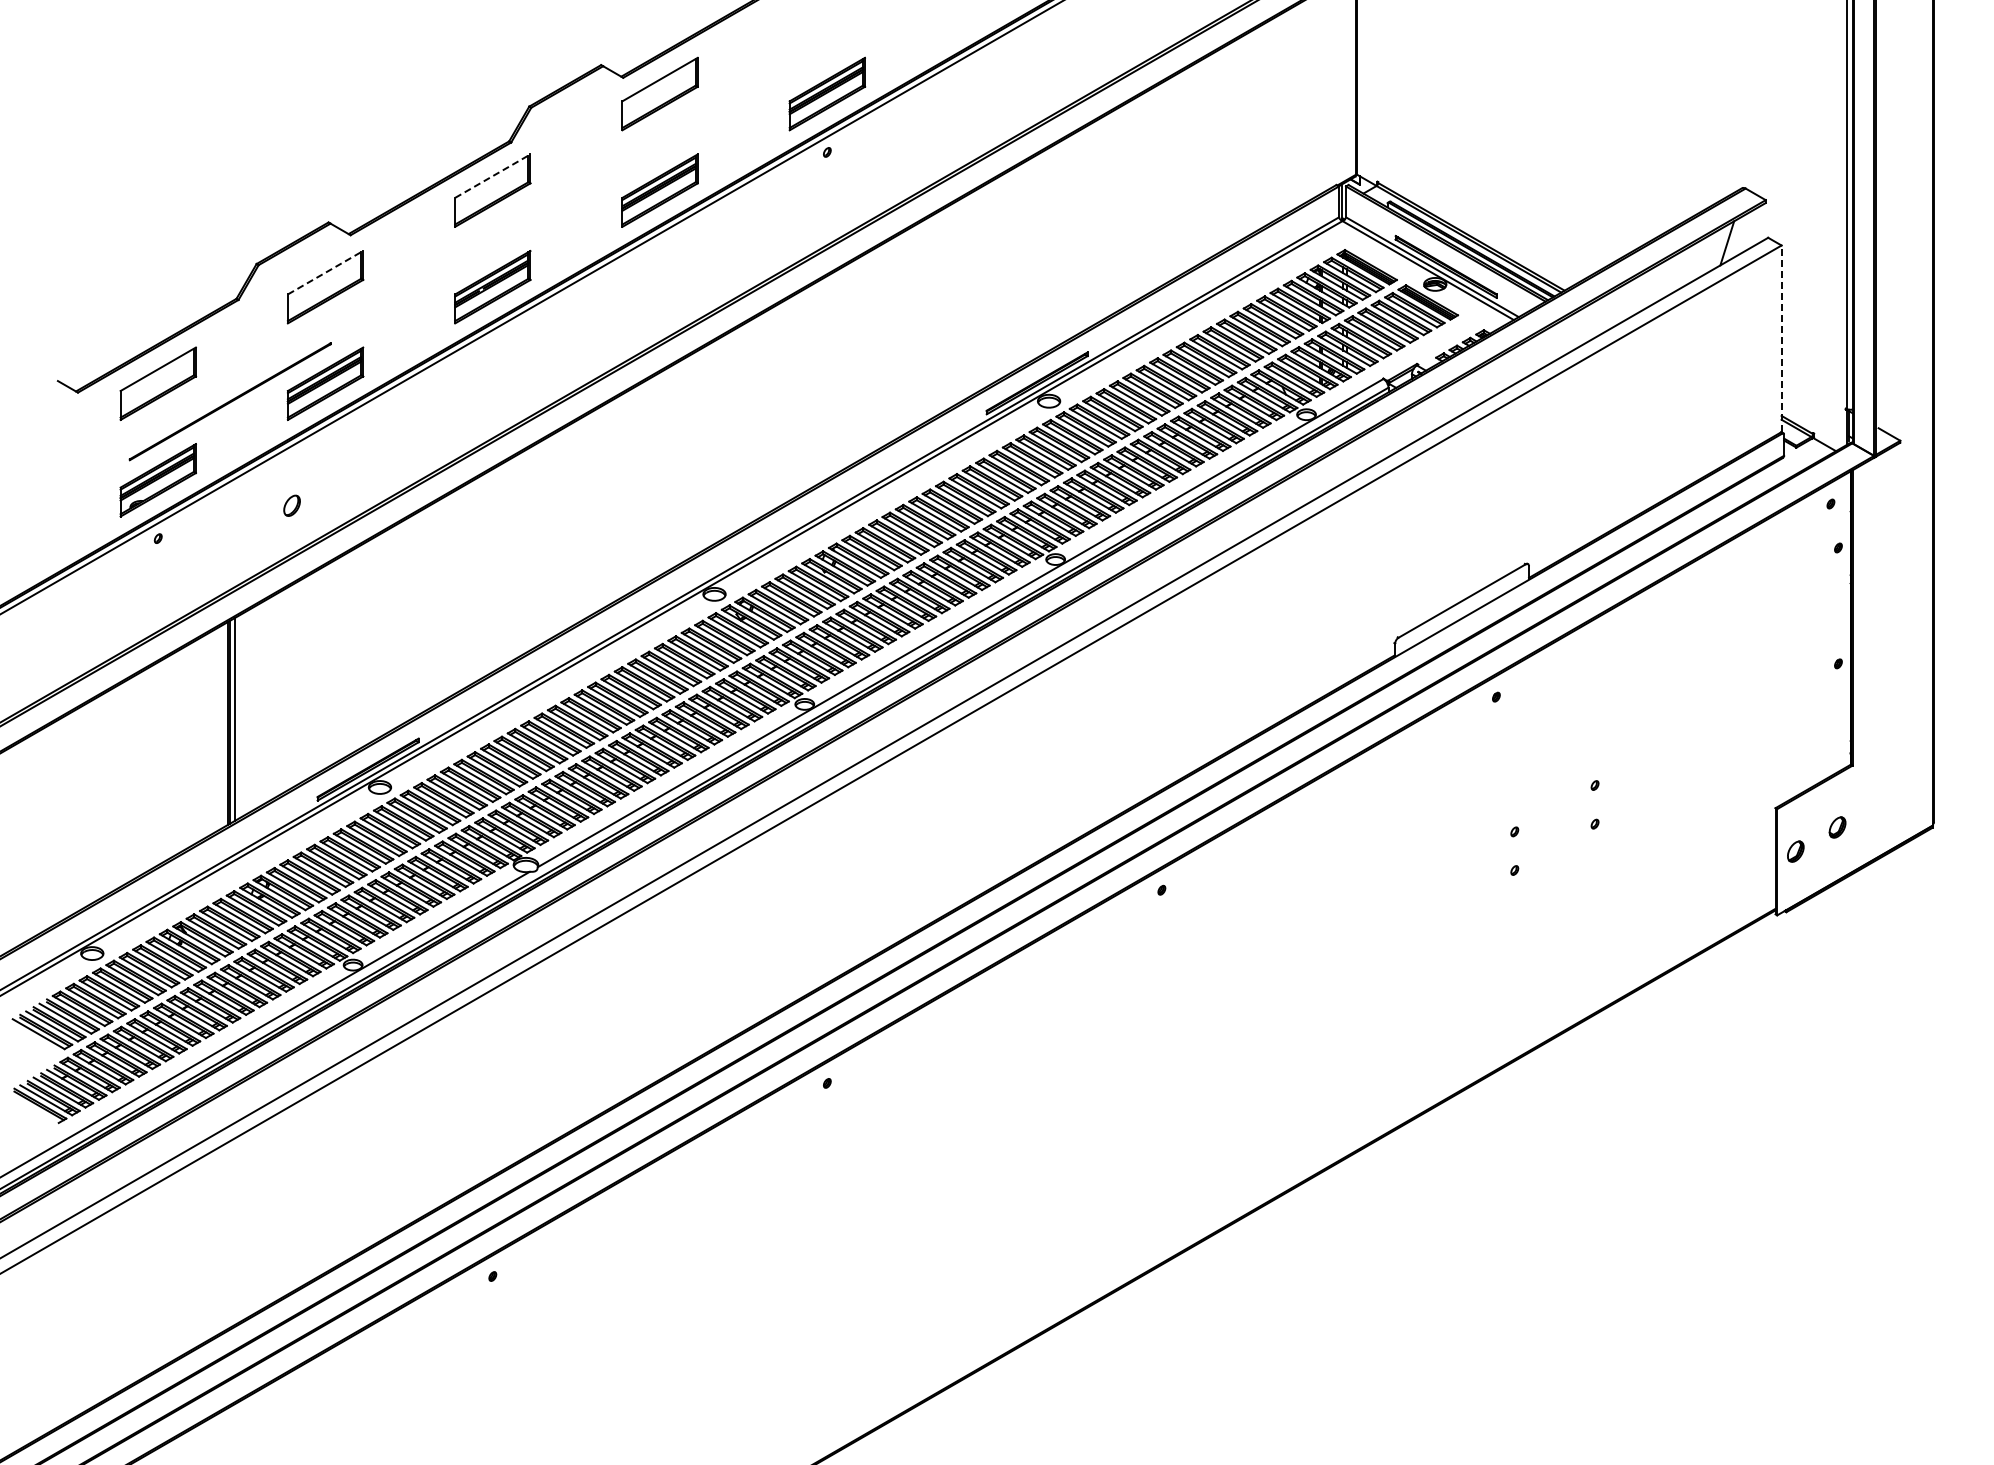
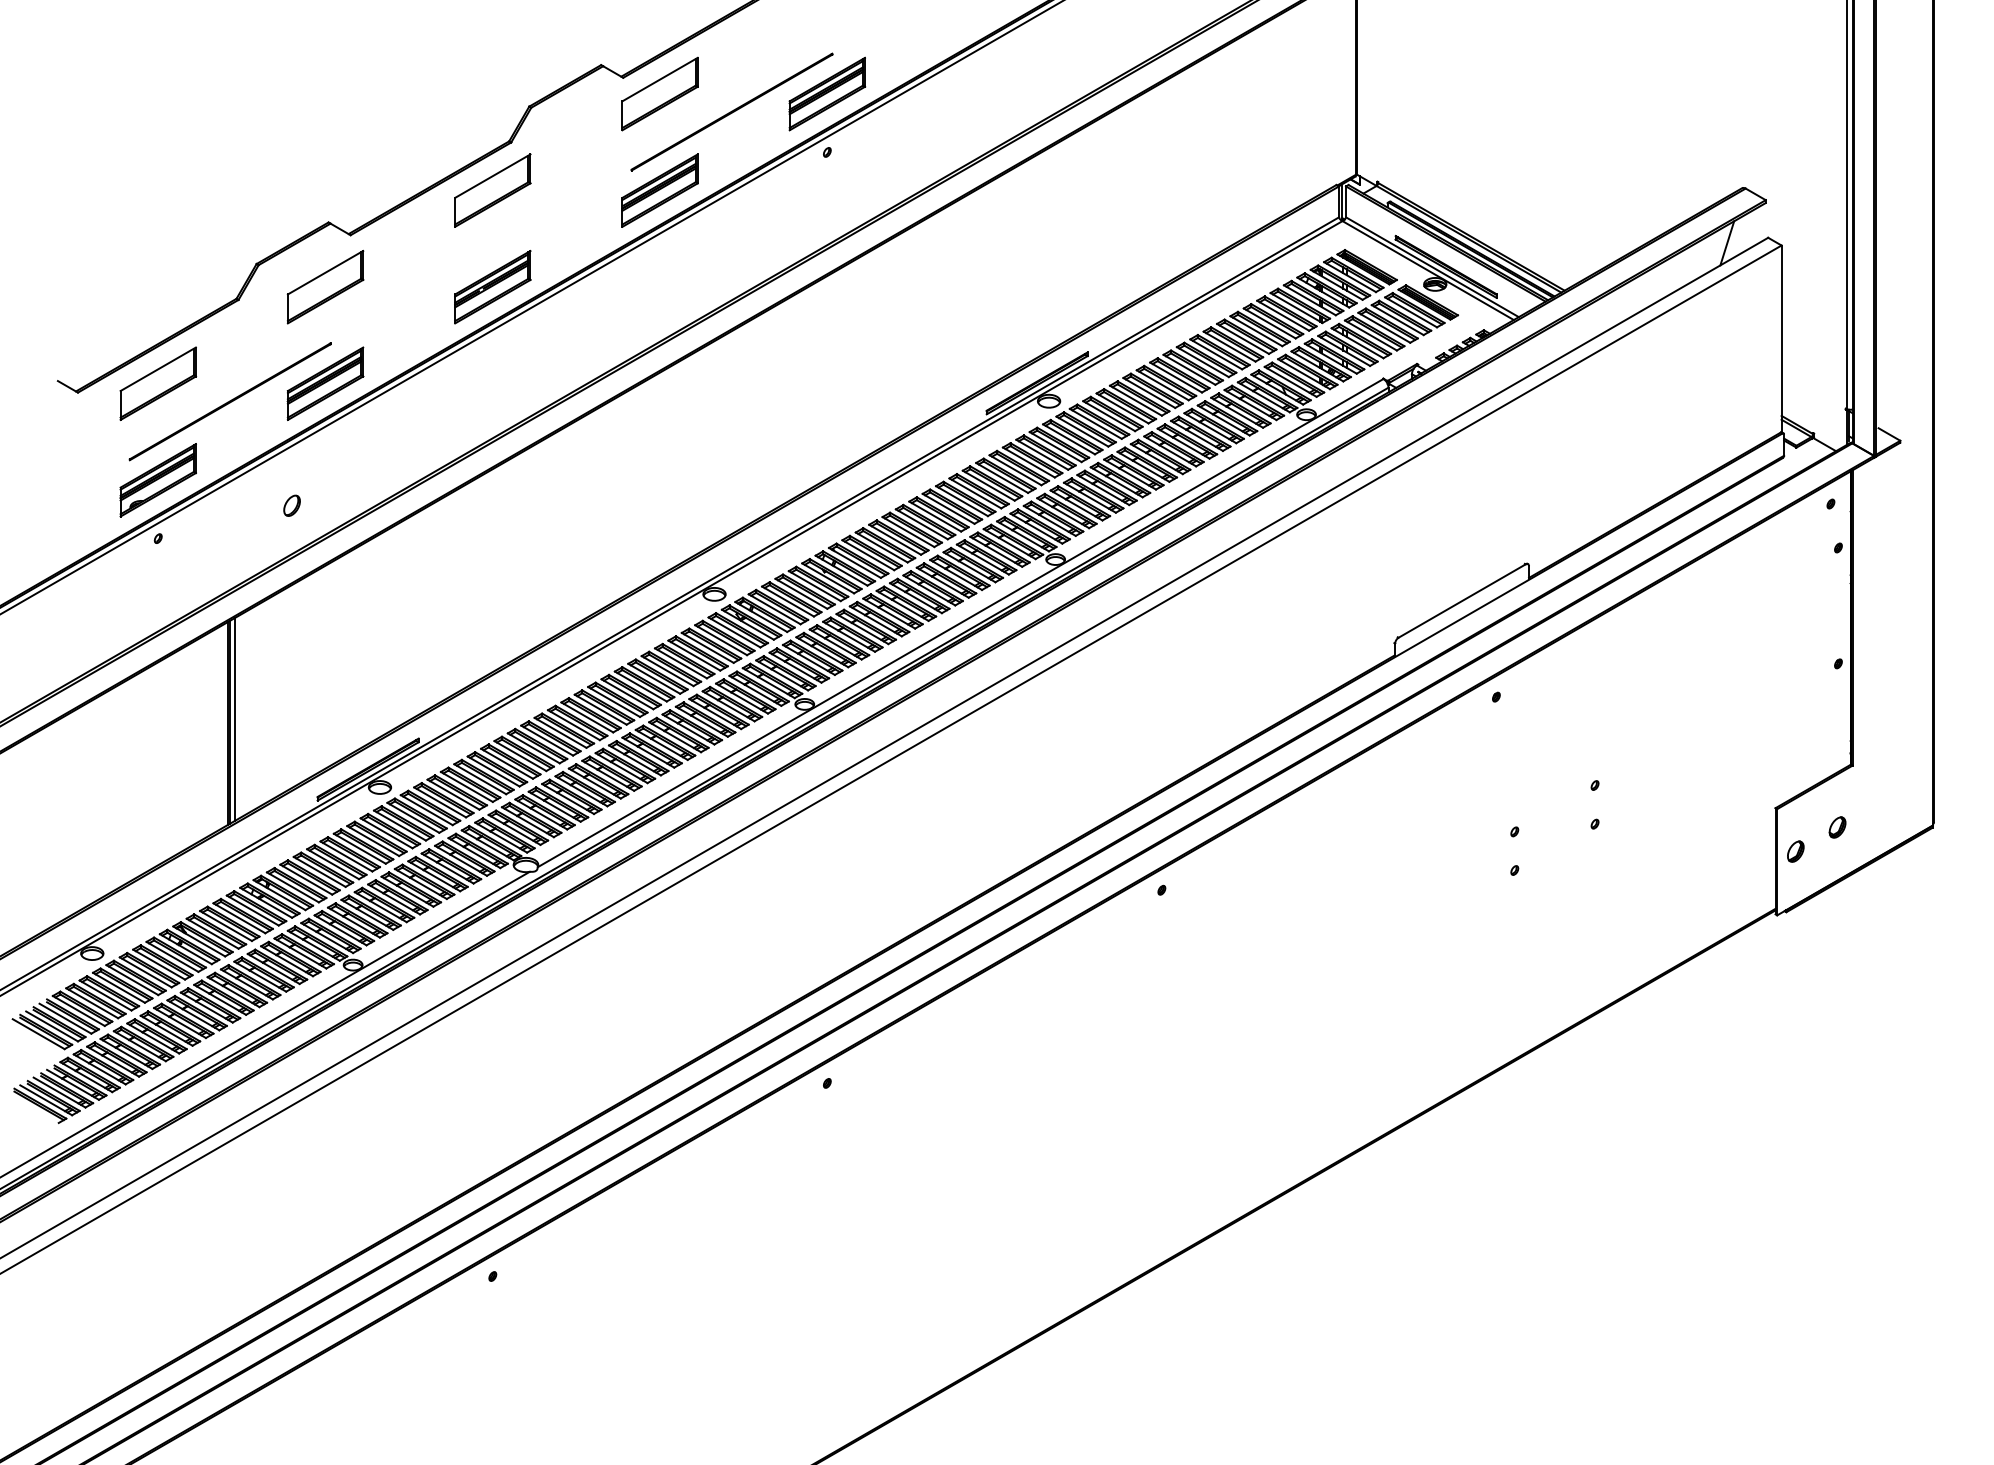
line at (731, 111): none -> present
line at (493, 175): dashed -> solid
line at (325, 272): dashed -> solid
line at (1781, 338): dashed -> solid
